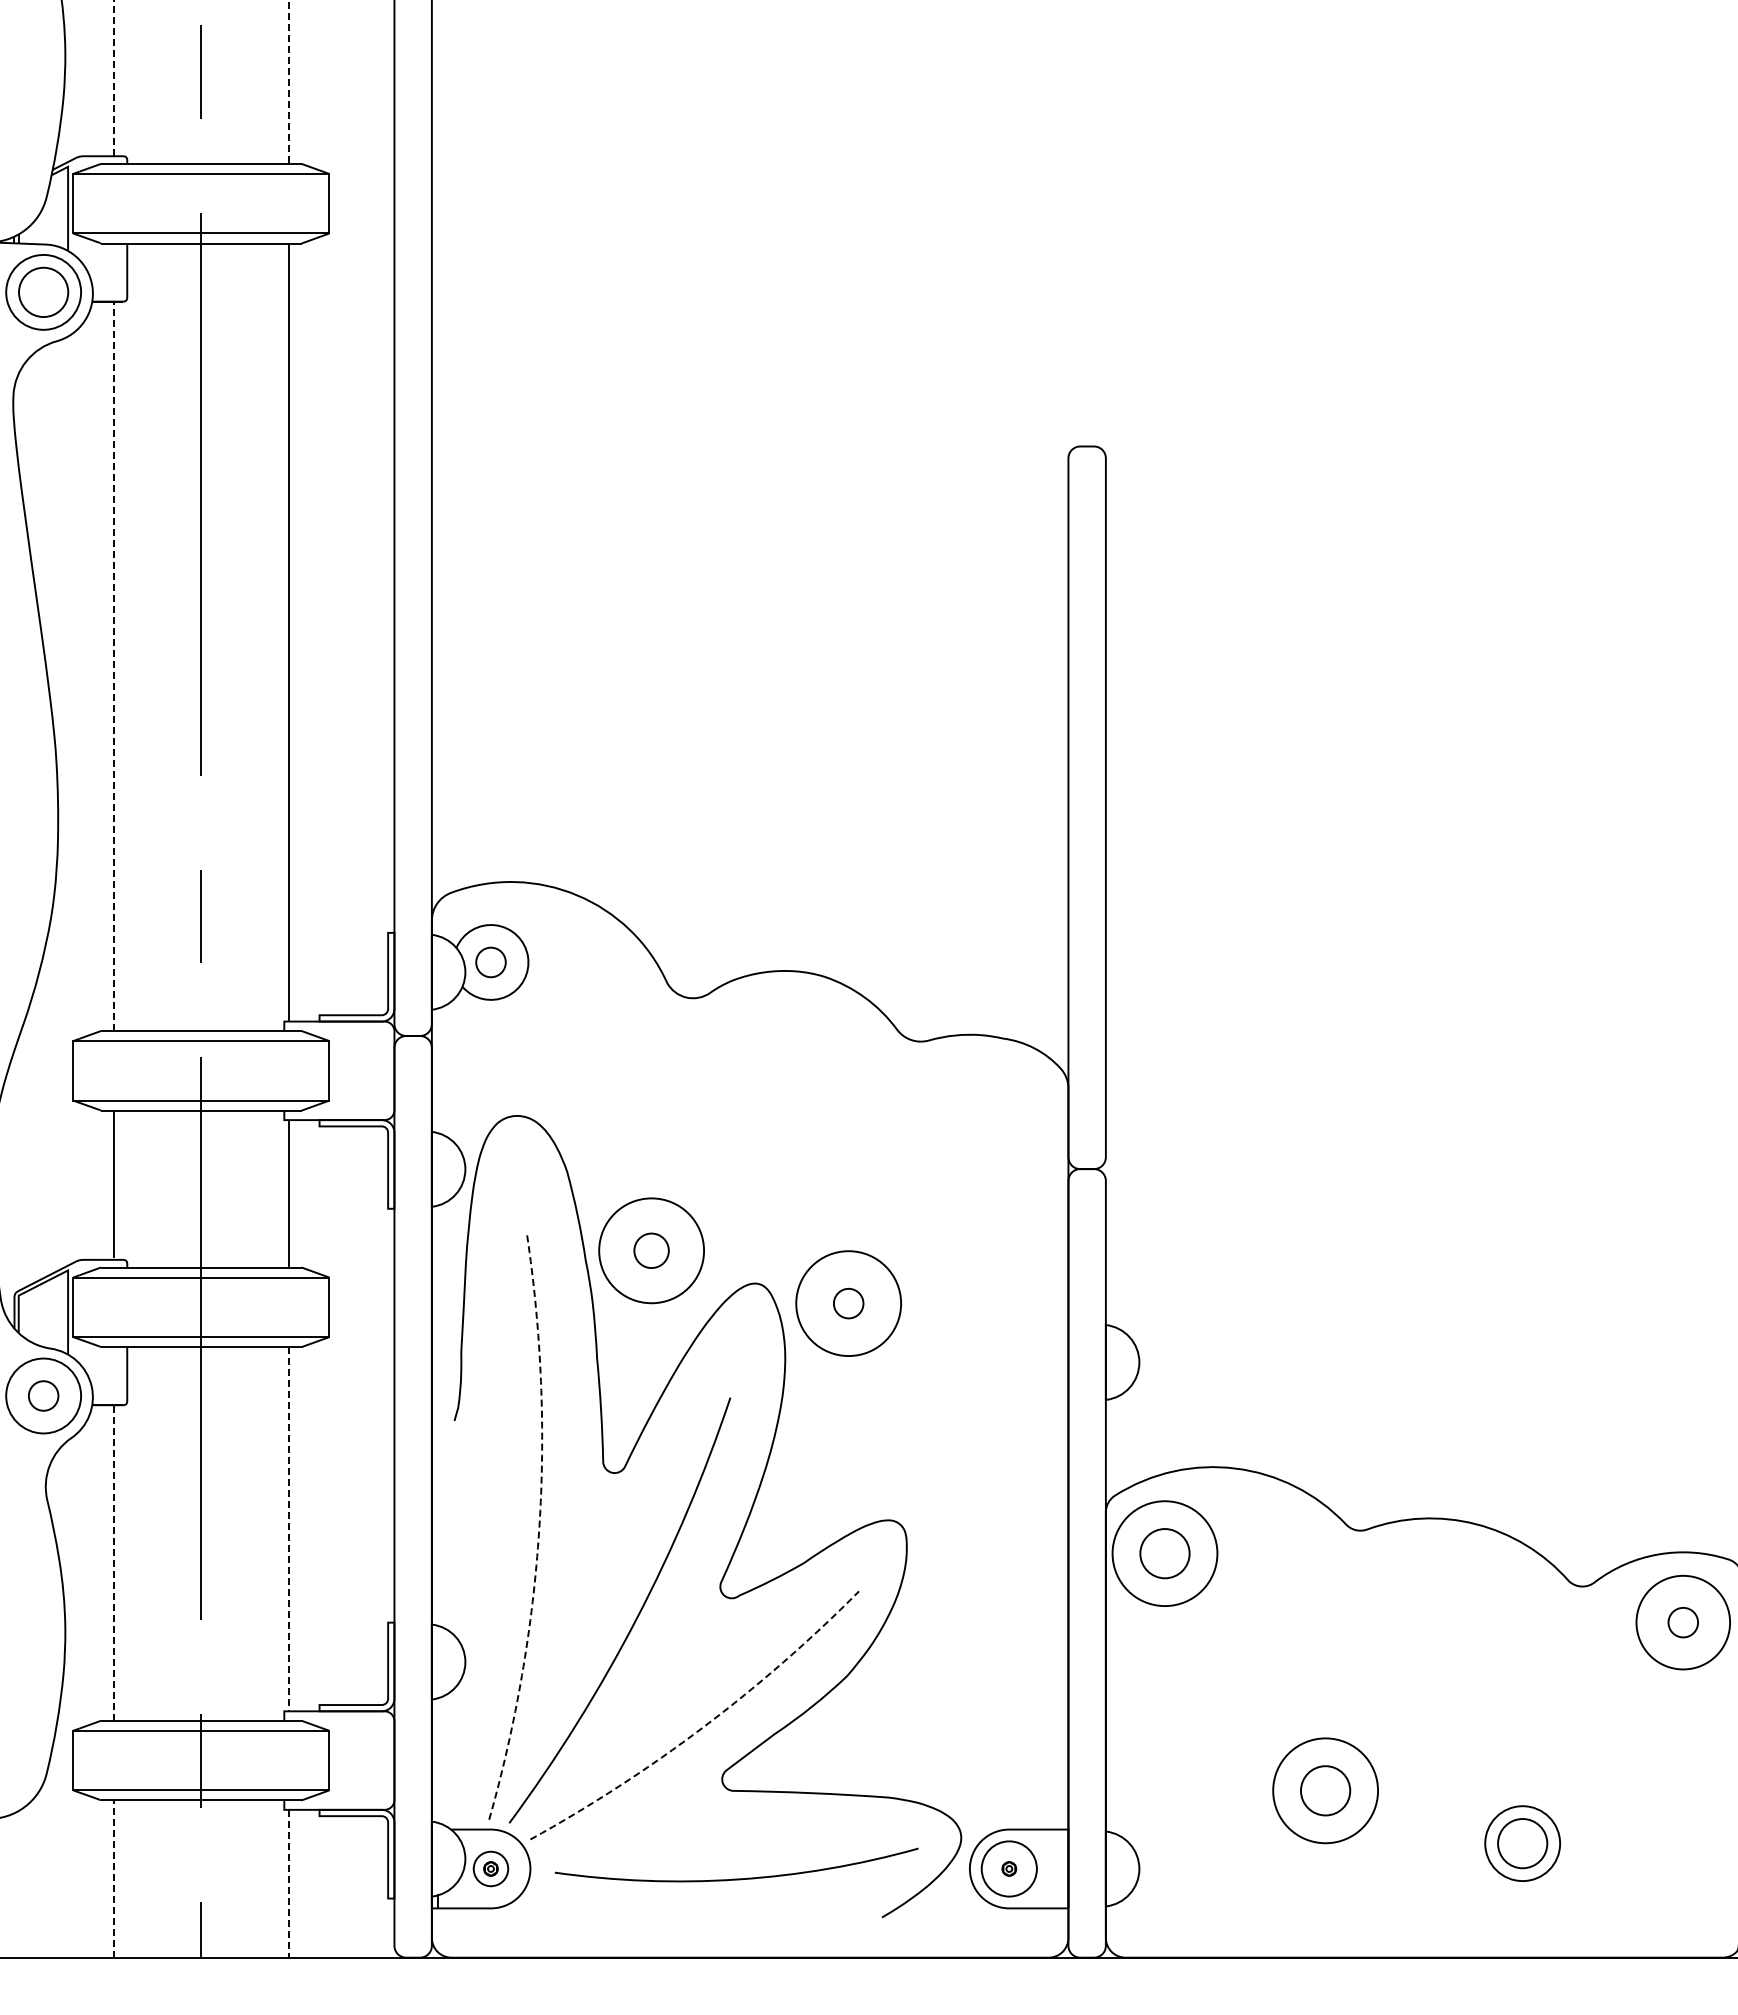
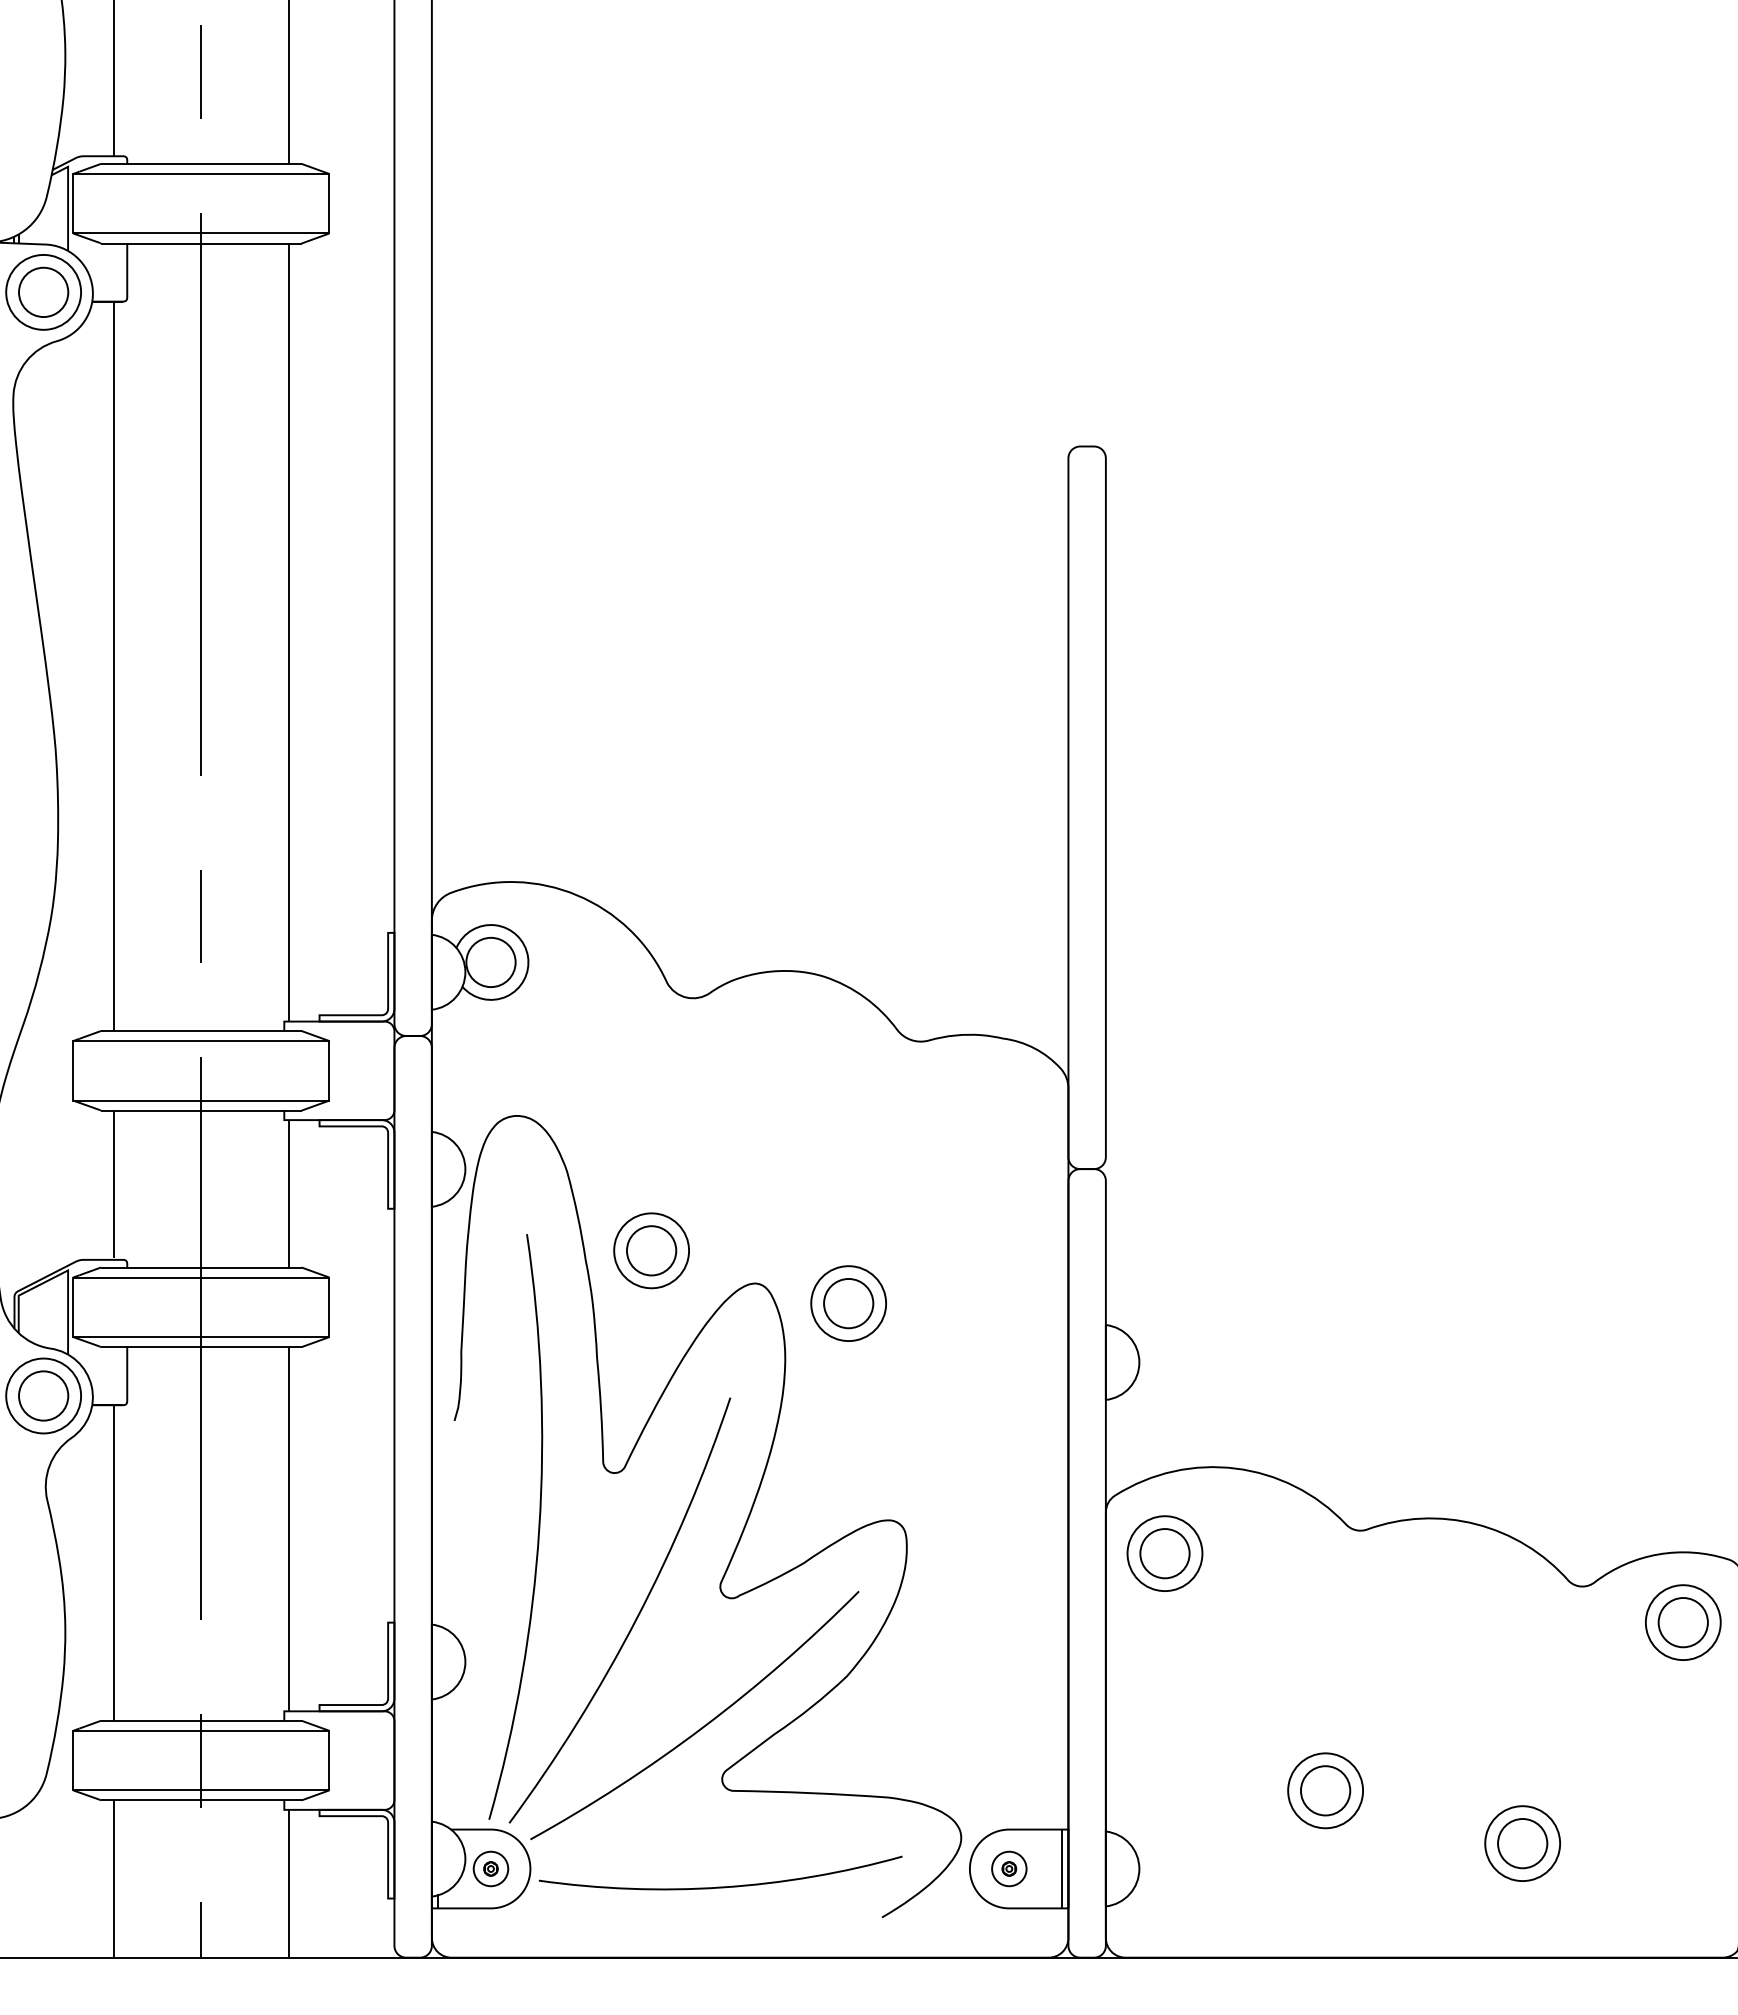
line at (113, 78): dashed -> solid
line at (289, 82): dashed -> solid
line at (113, 666): dashed -> solid
circle at (490, 962) diameter: 30 px -> 49 px
circle at (651, 1250) diameter: 105 px -> 75 px
circle at (651, 1250) diameter: 34 px -> 49 px
circle at (848, 1303) diameter: 105 px -> 75 px
circle at (848, 1303) diameter: 30 px -> 49 px
circle at (43, 1395) diameter: 30 px -> 49 px
arc at (539, 1528): dashed -> solid
line at (289, 1529): dashed -> solid
circle at (1164, 1553) diameter: 105 px -> 75 px
line at (113, 1563): dashed -> solid
circle at (1683, 1622) diameter: 30 px -> 49 px
circle at (1683, 1622) diameter: 94 px -> 75 px
arc at (703, 1727): dashed -> solid
circle at (1325, 1790) diameter: 105 px -> 75 px
circle at (1008, 1868) diameter: 55 px -> 34 px
line at (1062, 1868): none -> present
line at (113, 1878): dashed -> solid
arc at (736, 1878) position: (736, 1878) -> (720, 1886)
line at (289, 1883): dashed -> solid
